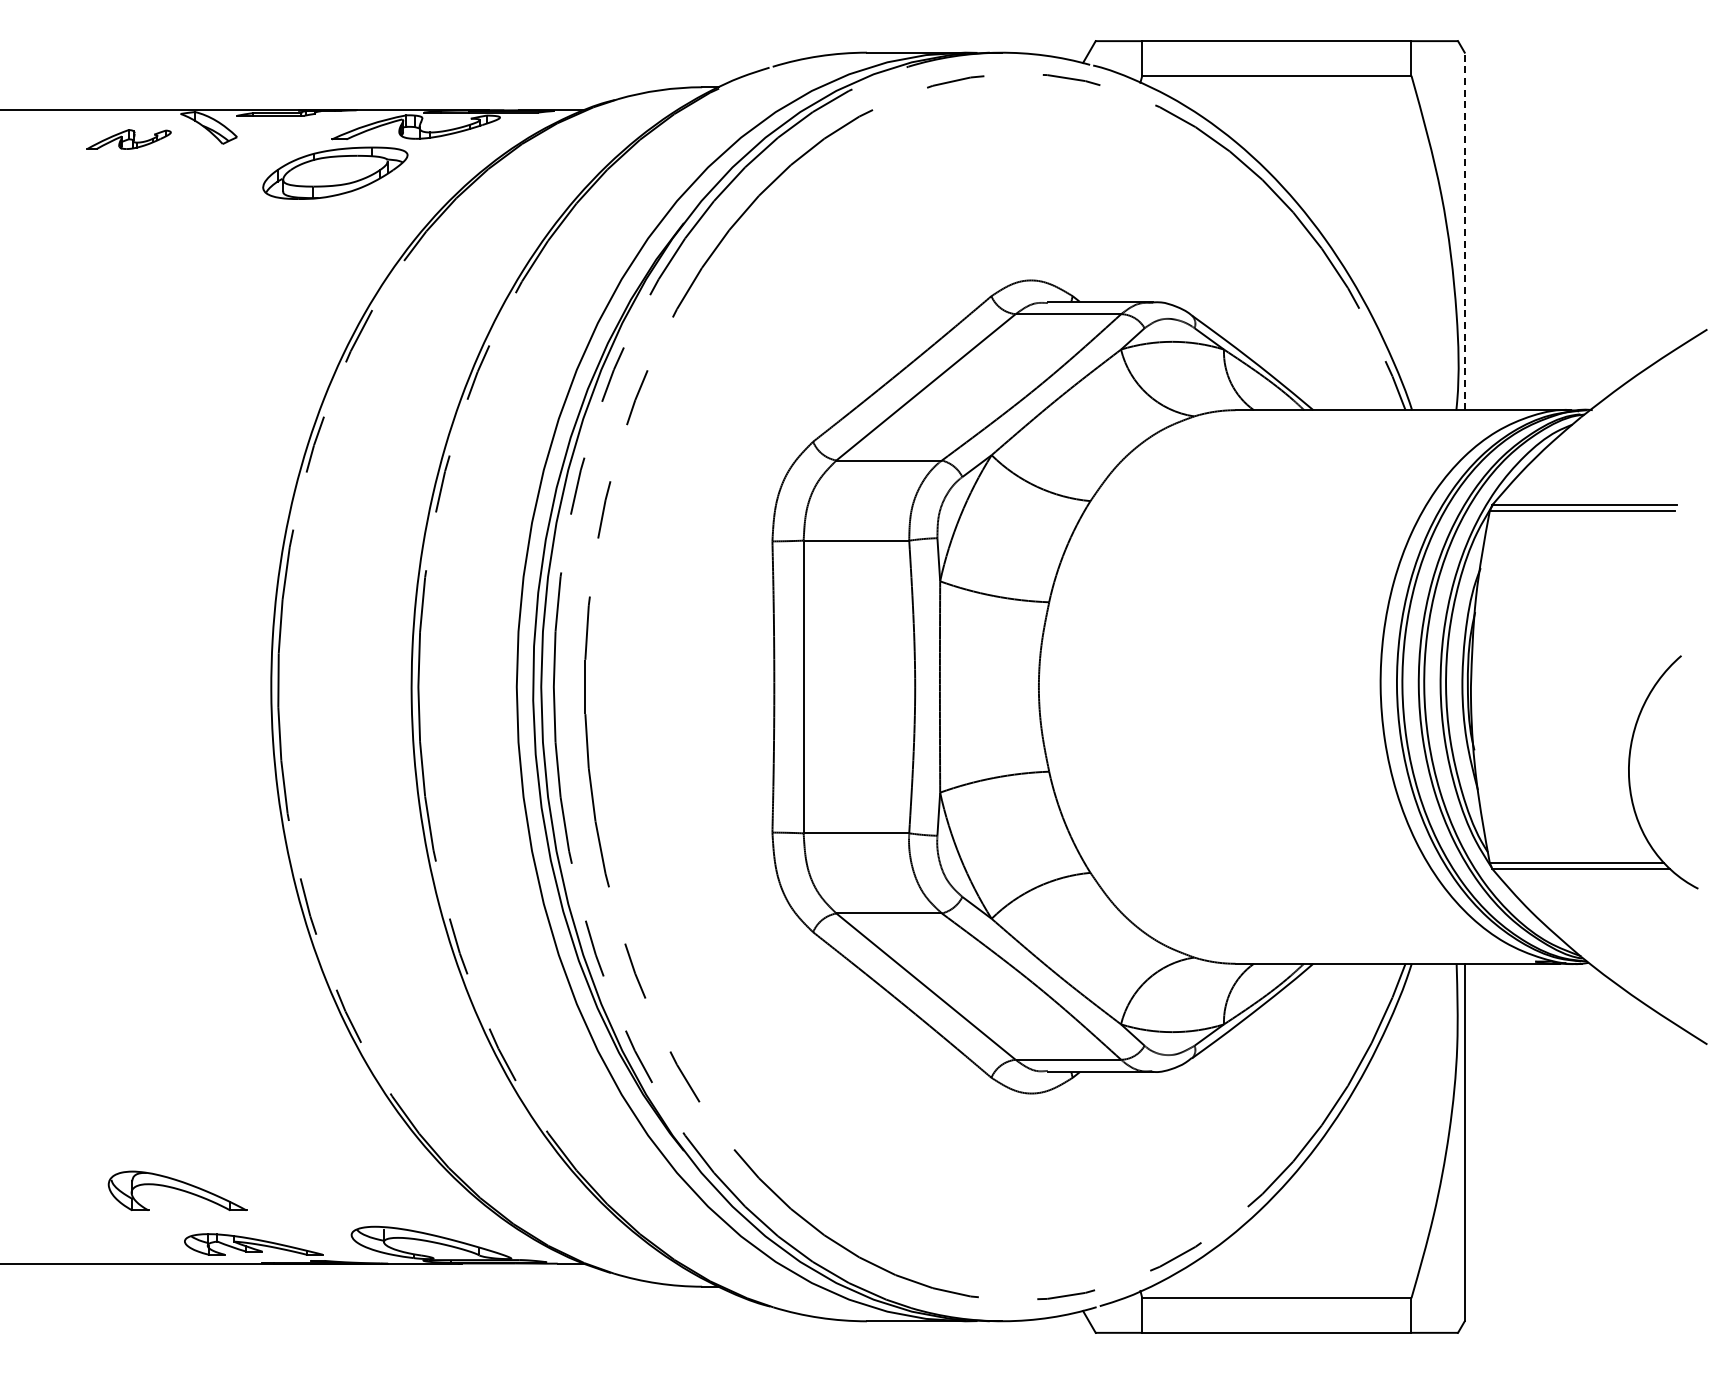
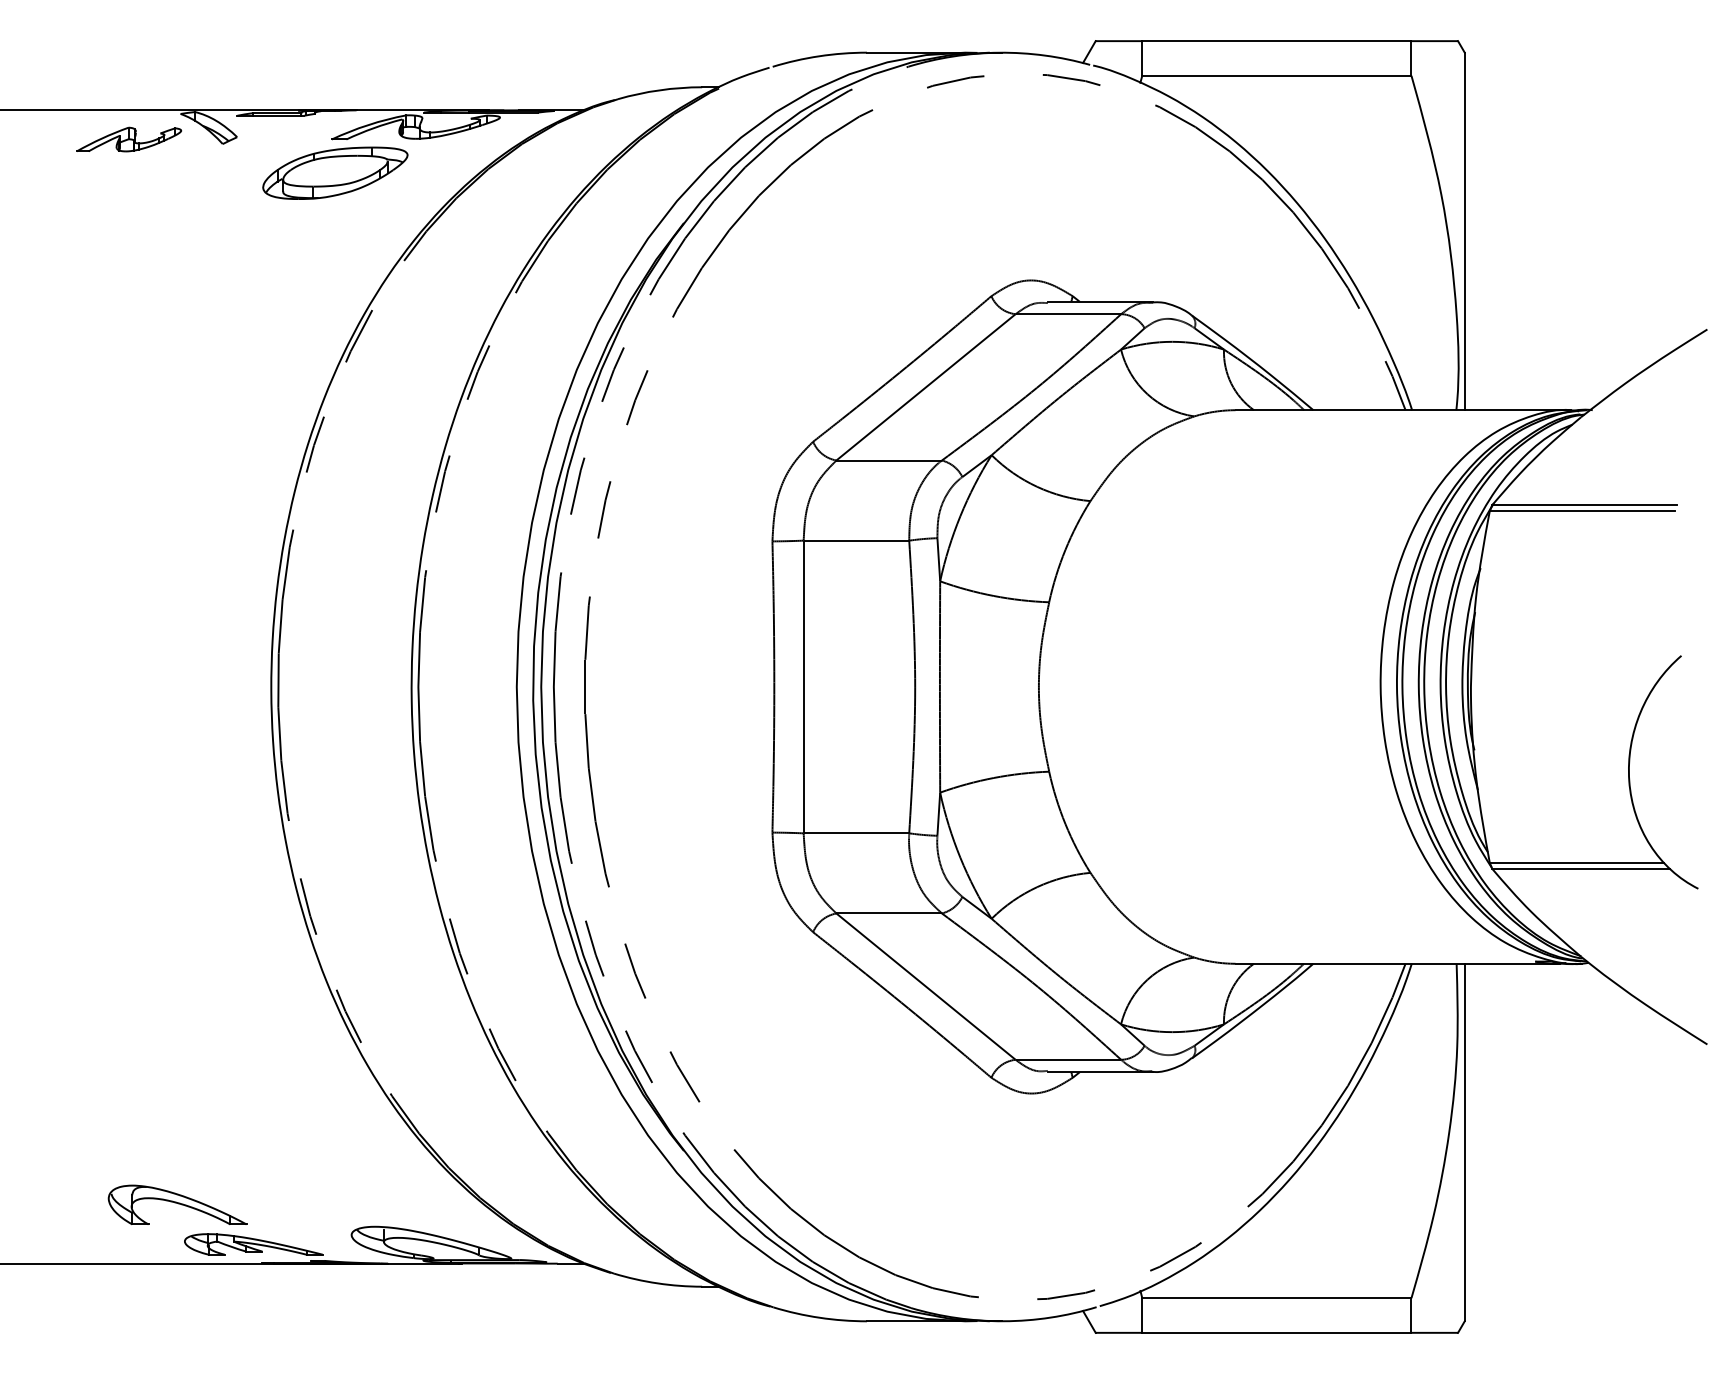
part at (128, 139) size: 86x21 px -> 107x27 px
line at (1464, 231): dashed -> solid
part at (177, 1190) position: (177, 1190) -> (177, 1204)
